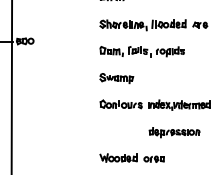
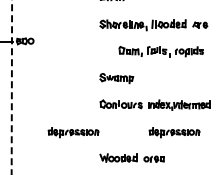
part at (141, 51) position: (141, 51) -> (160, 51)
line at (11, 87): solid -> dashed
part at (73, 132): none -> present
